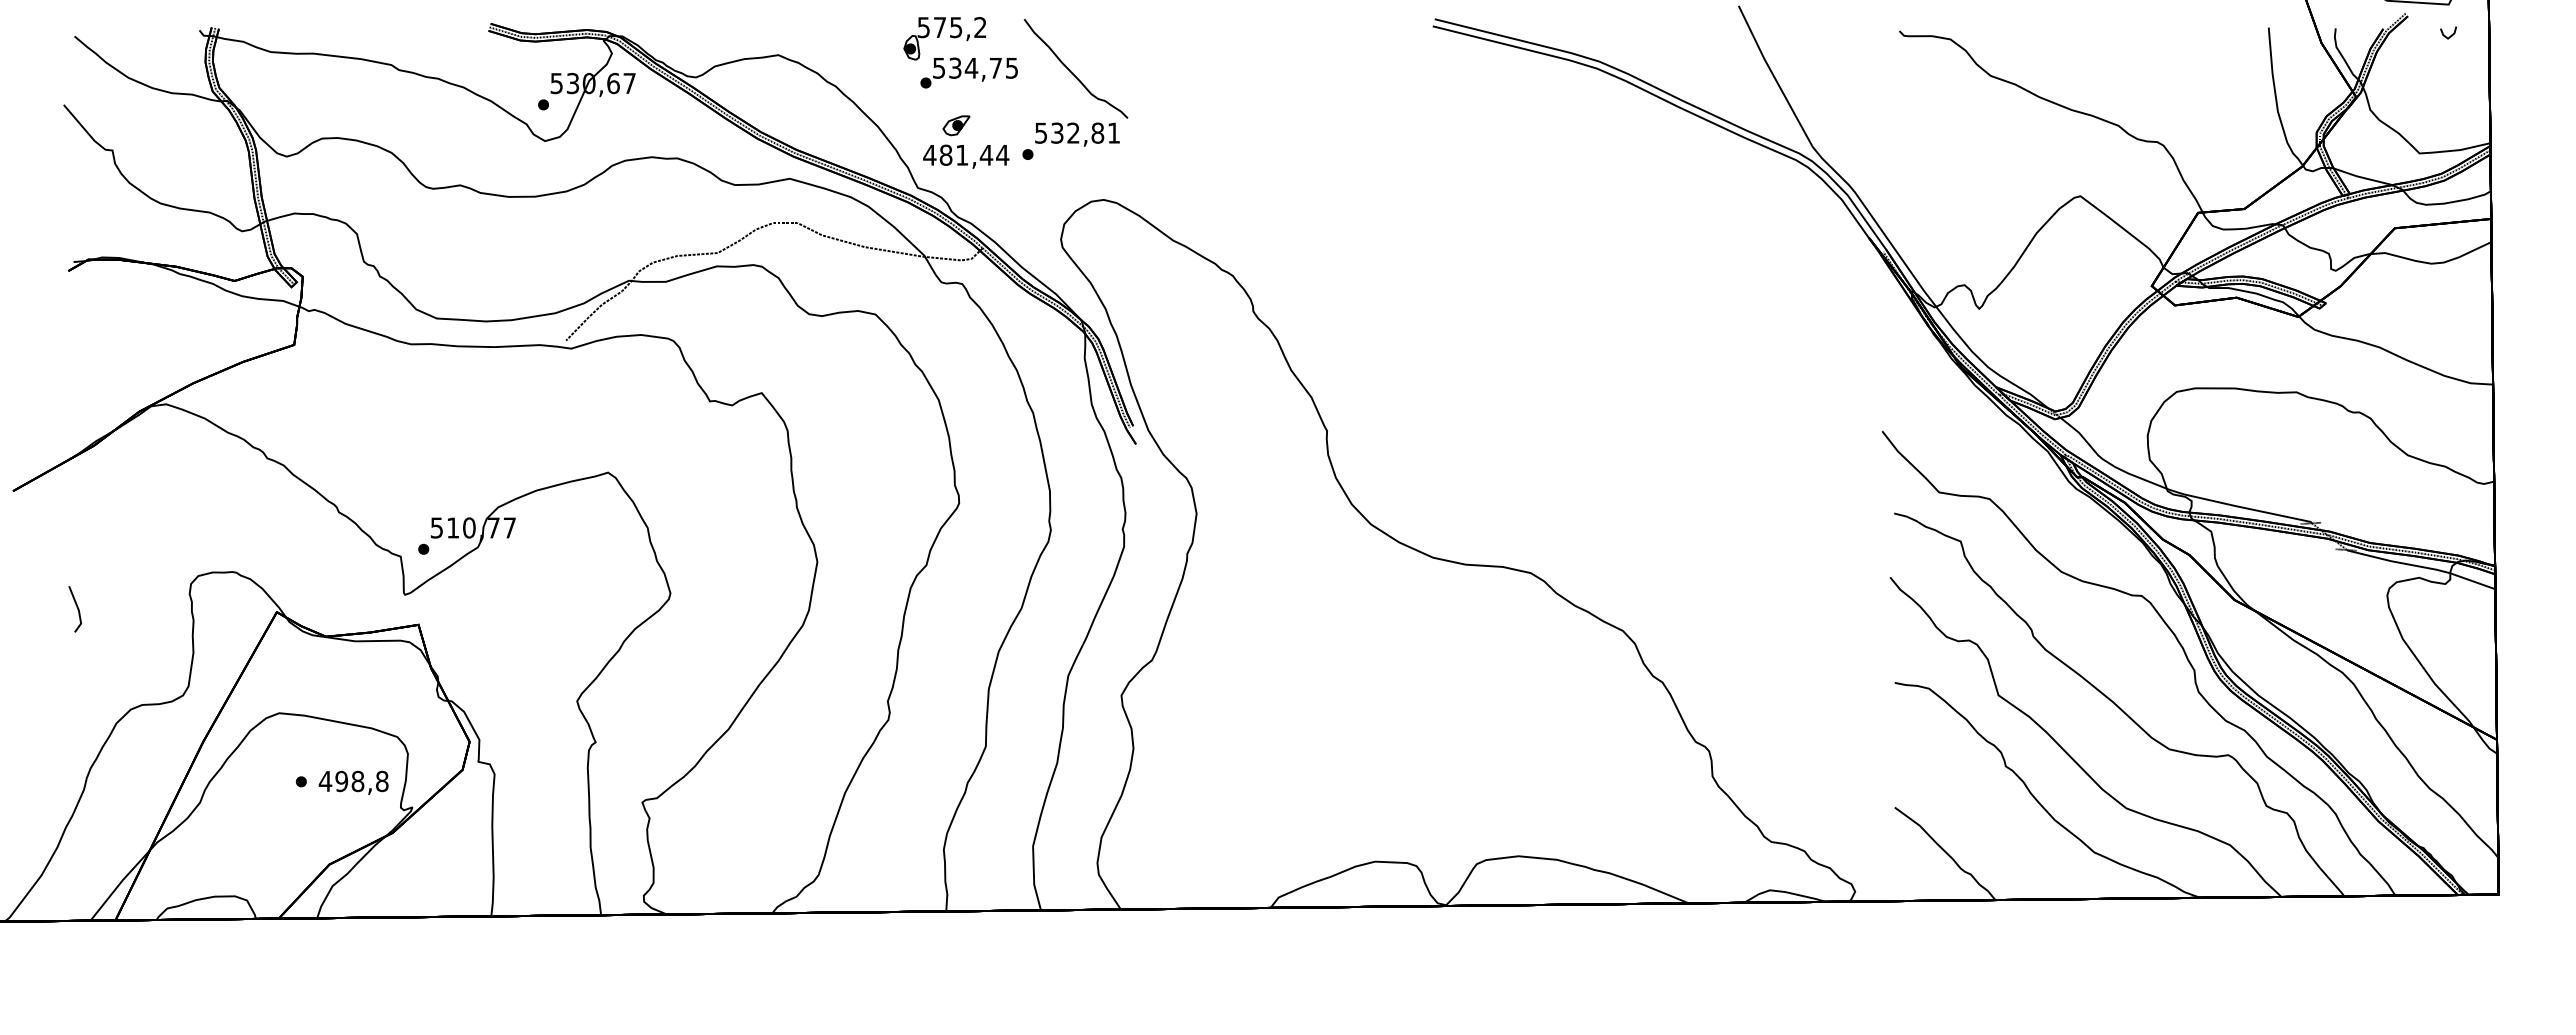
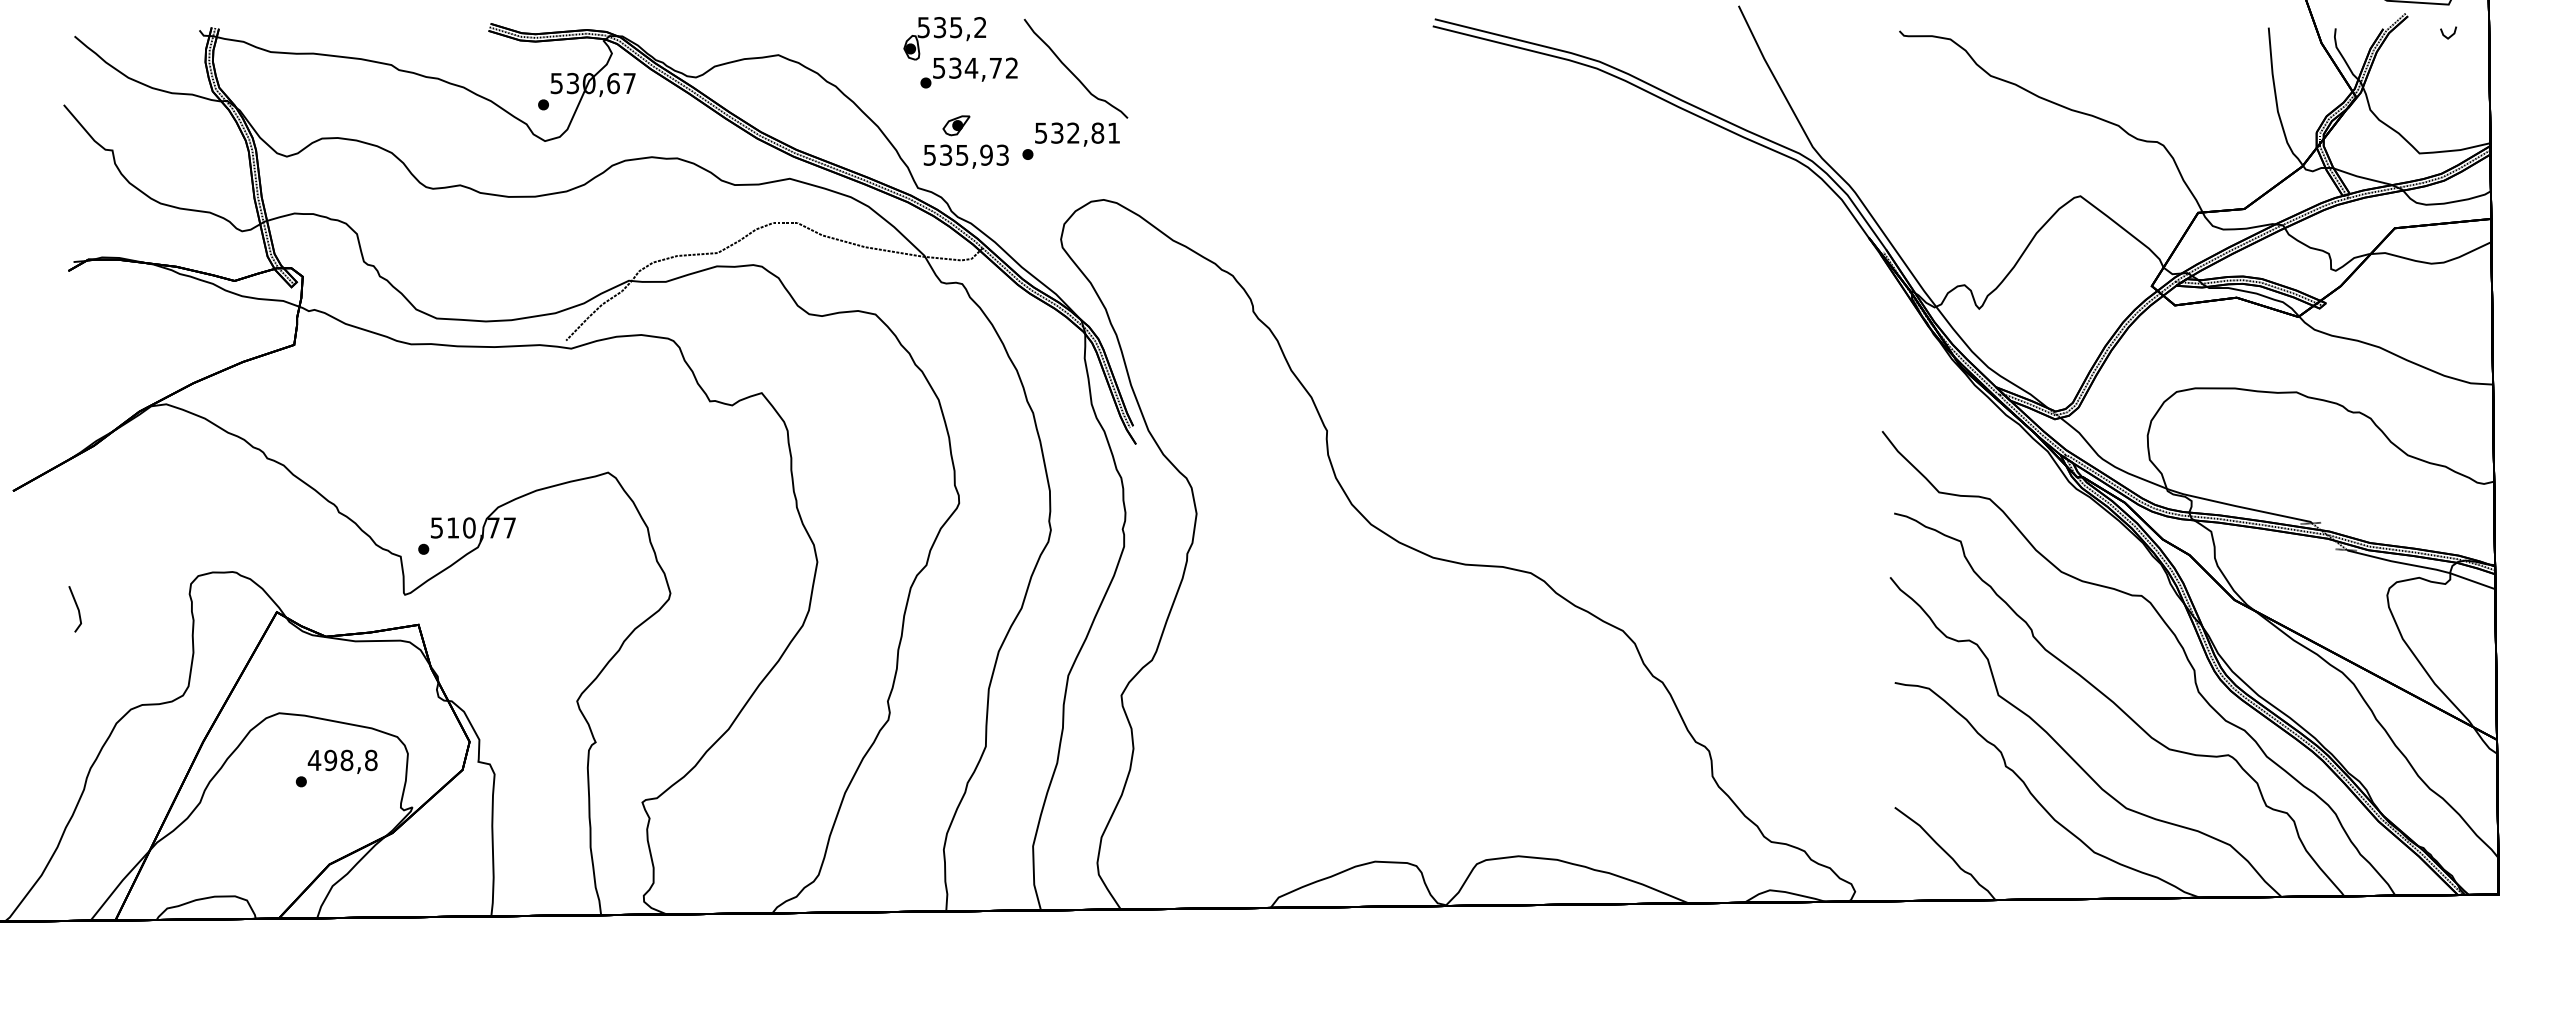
text at (940, 27): 575,2 -> 535,2
text at (1011, 67): 534,75 -> 534,72
text at (966, 154): 481,44 -> 535,93
text at (353, 782) position: (353, 782) -> (342, 761)
